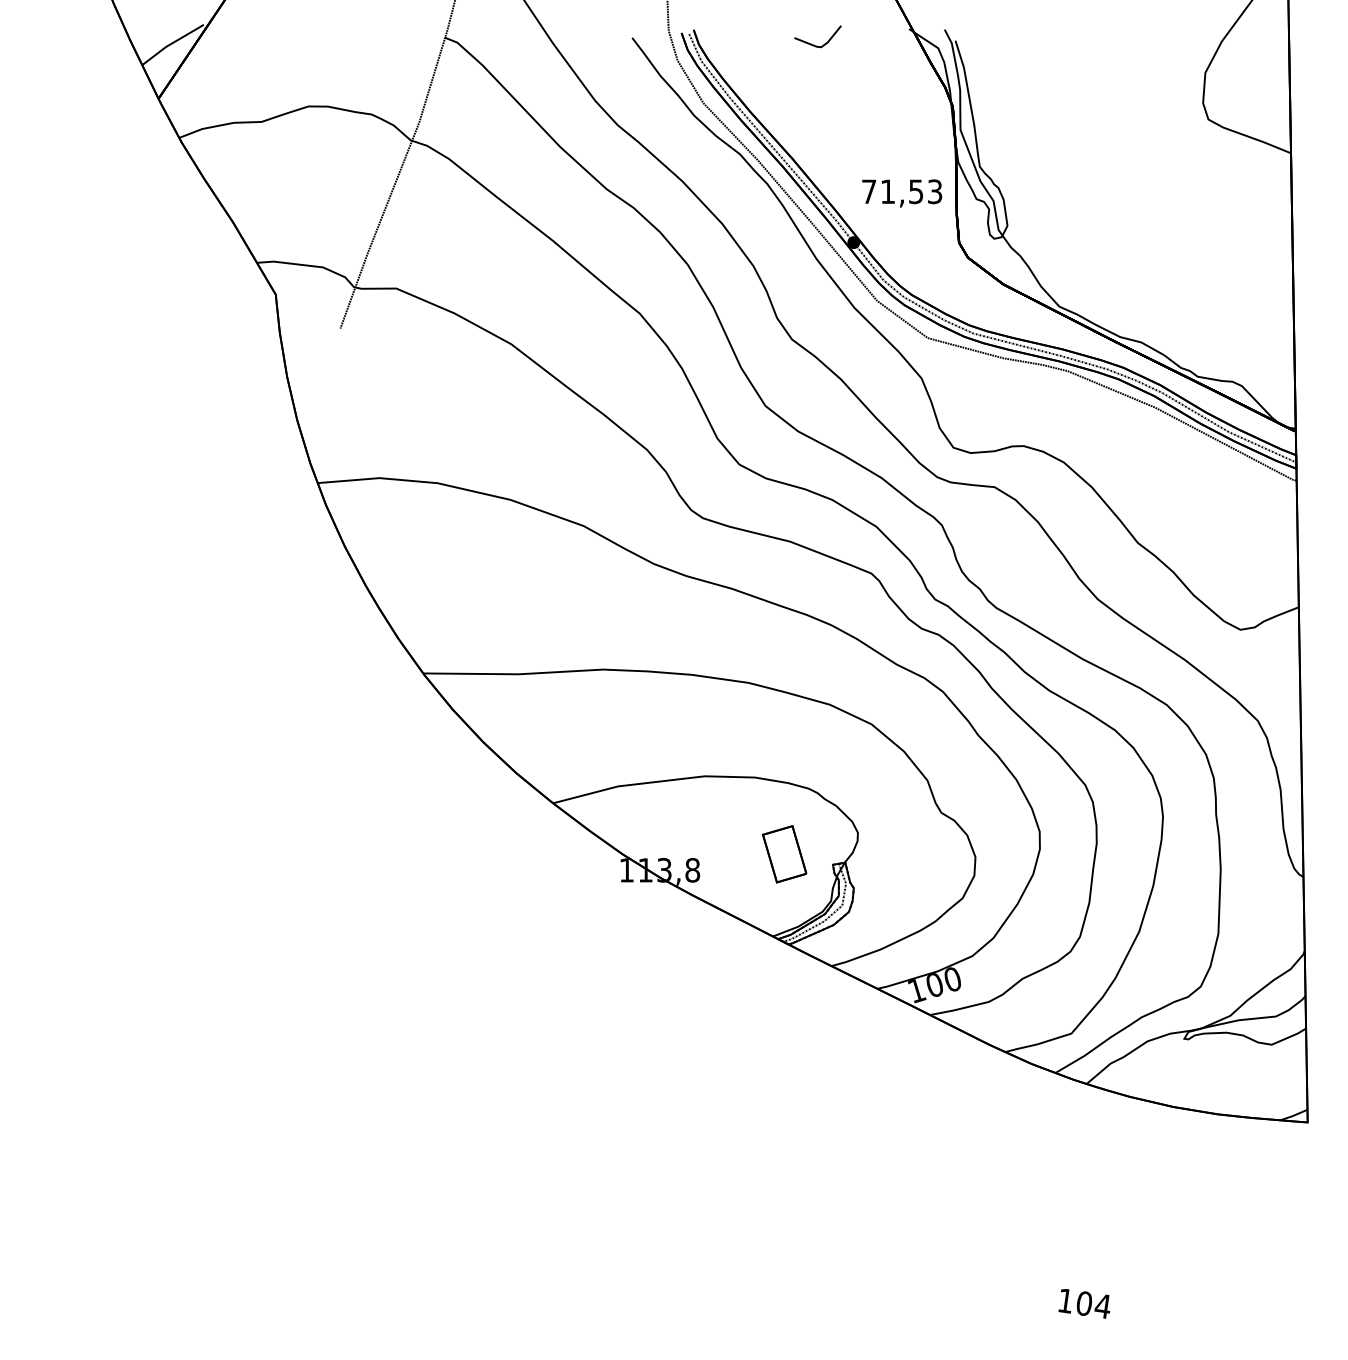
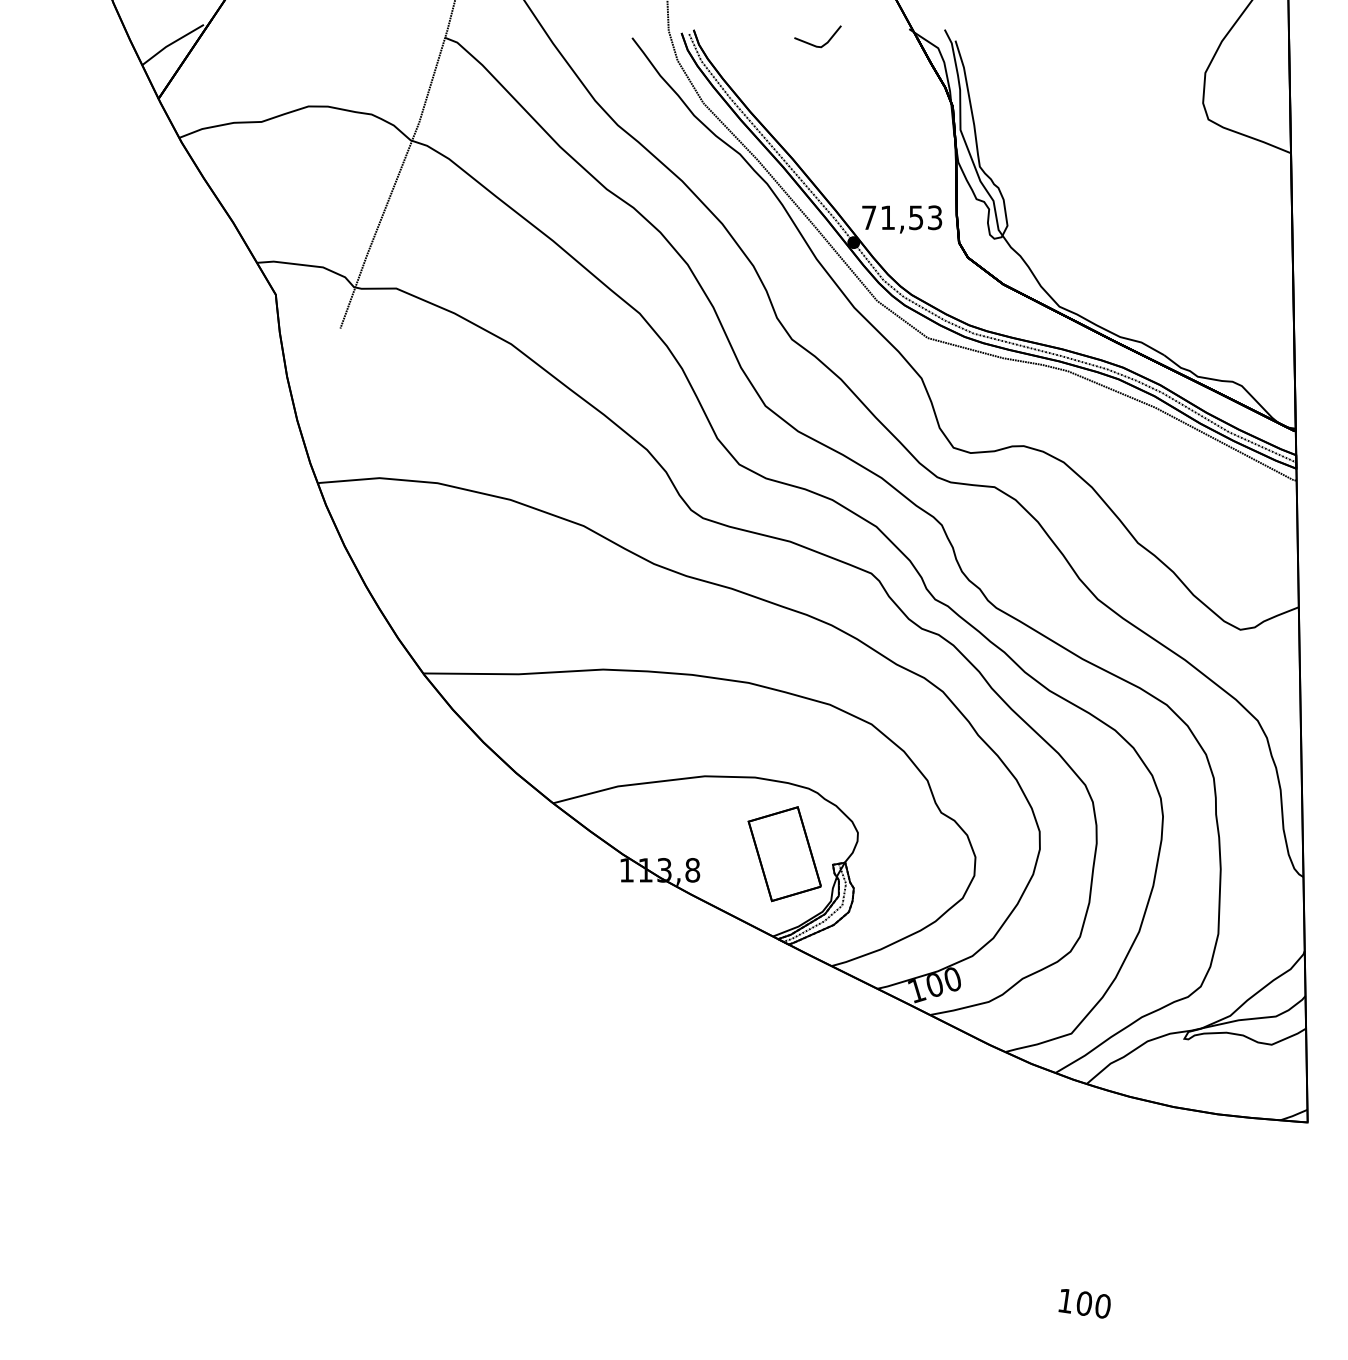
text at (902, 193) position: (902, 193) -> (902, 219)
part at (784, 854) size: 46x59 px -> 75x97 px
text at (1102, 1306): 104 -> 100
